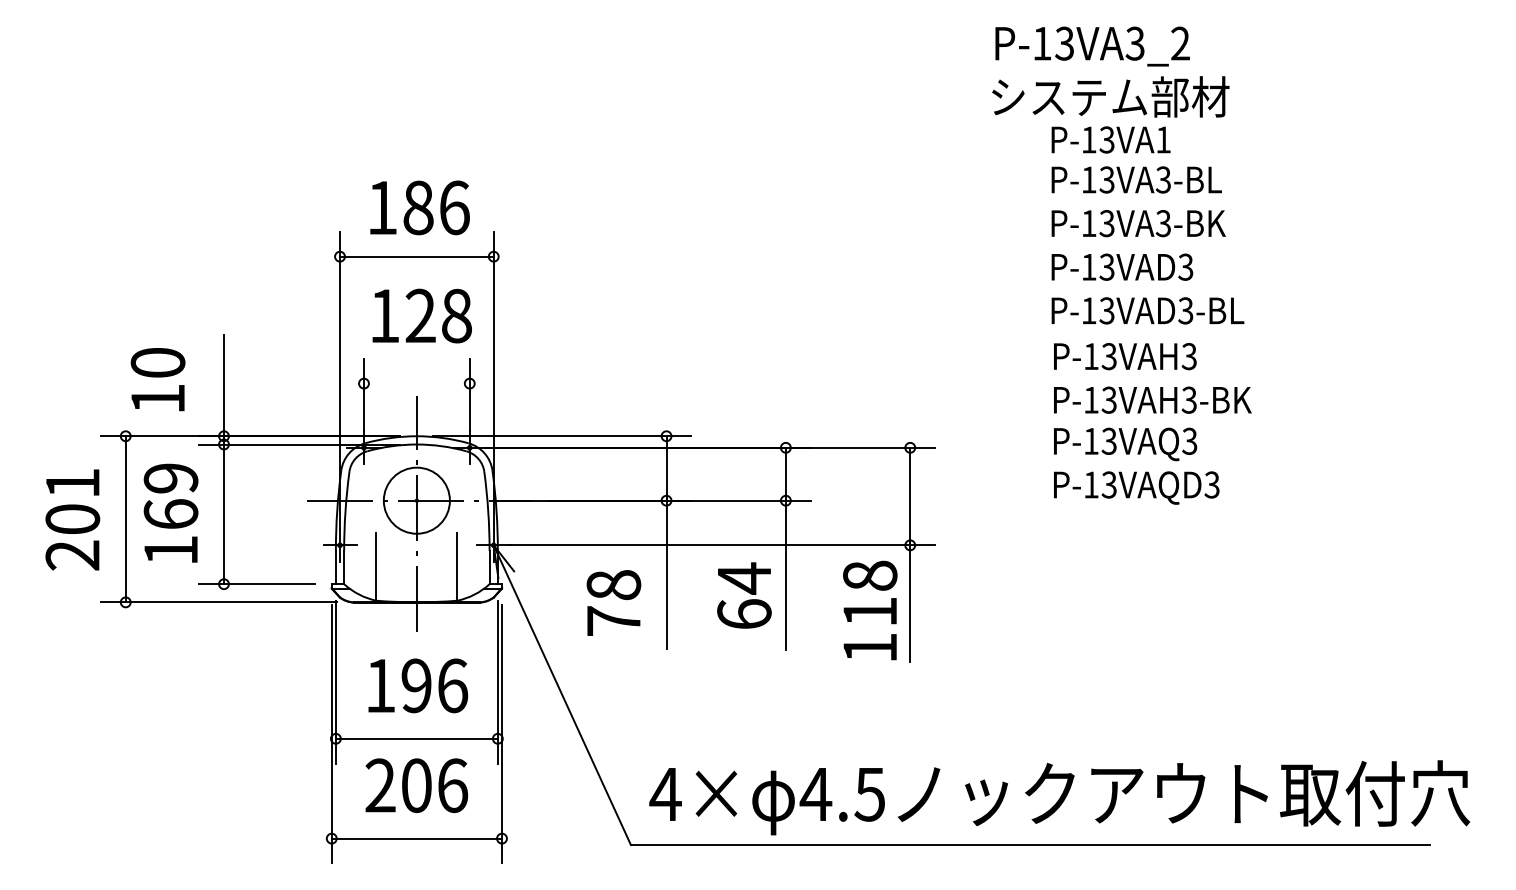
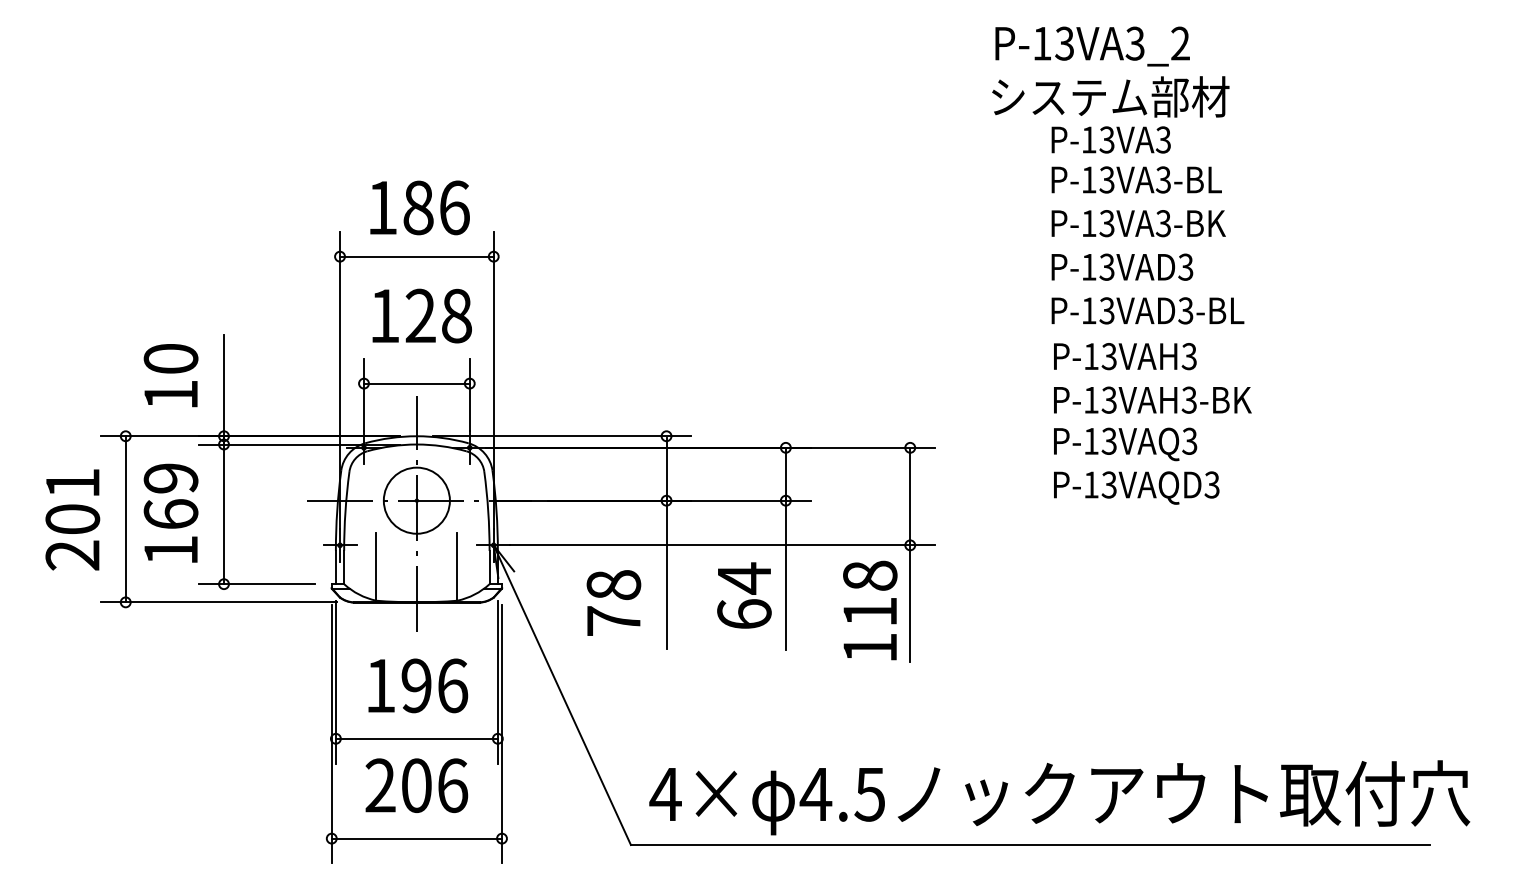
text at (1163, 139): P-13VA1 -> P-13VA3
text at (157, 379) position: (157, 379) -> (170, 375)
line at (416, 383): none -> present
